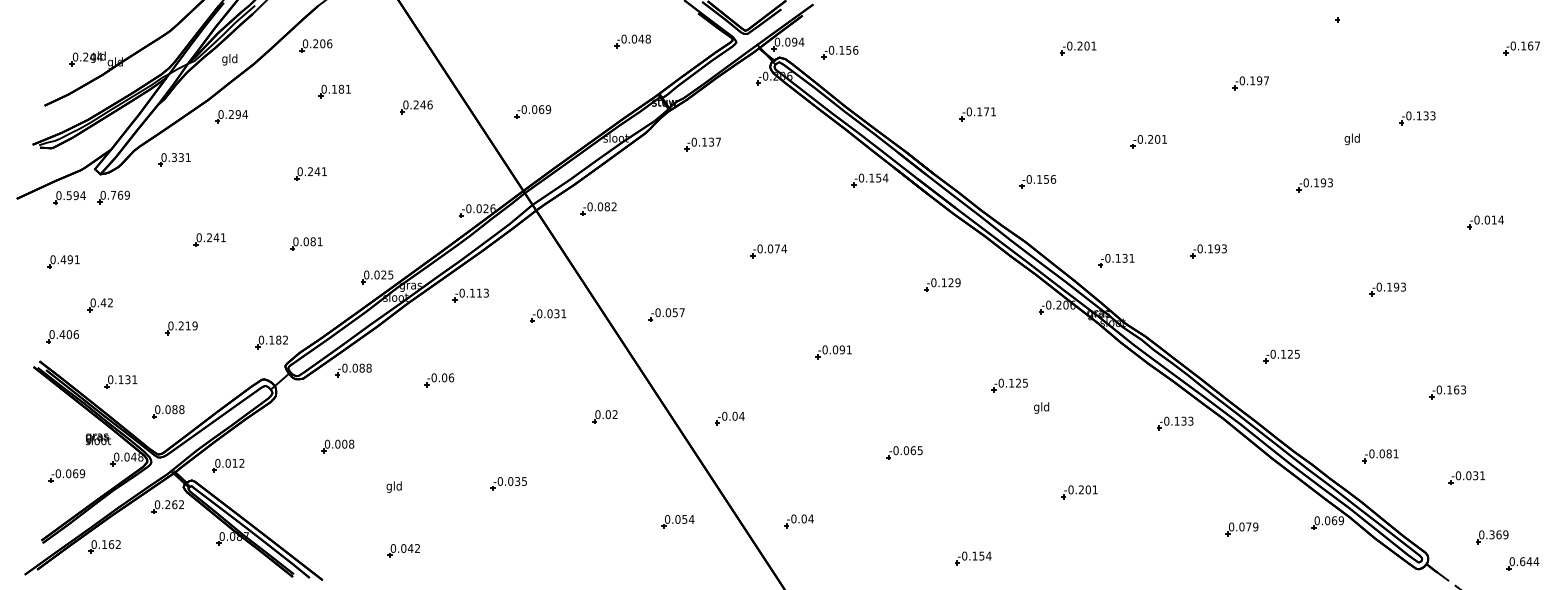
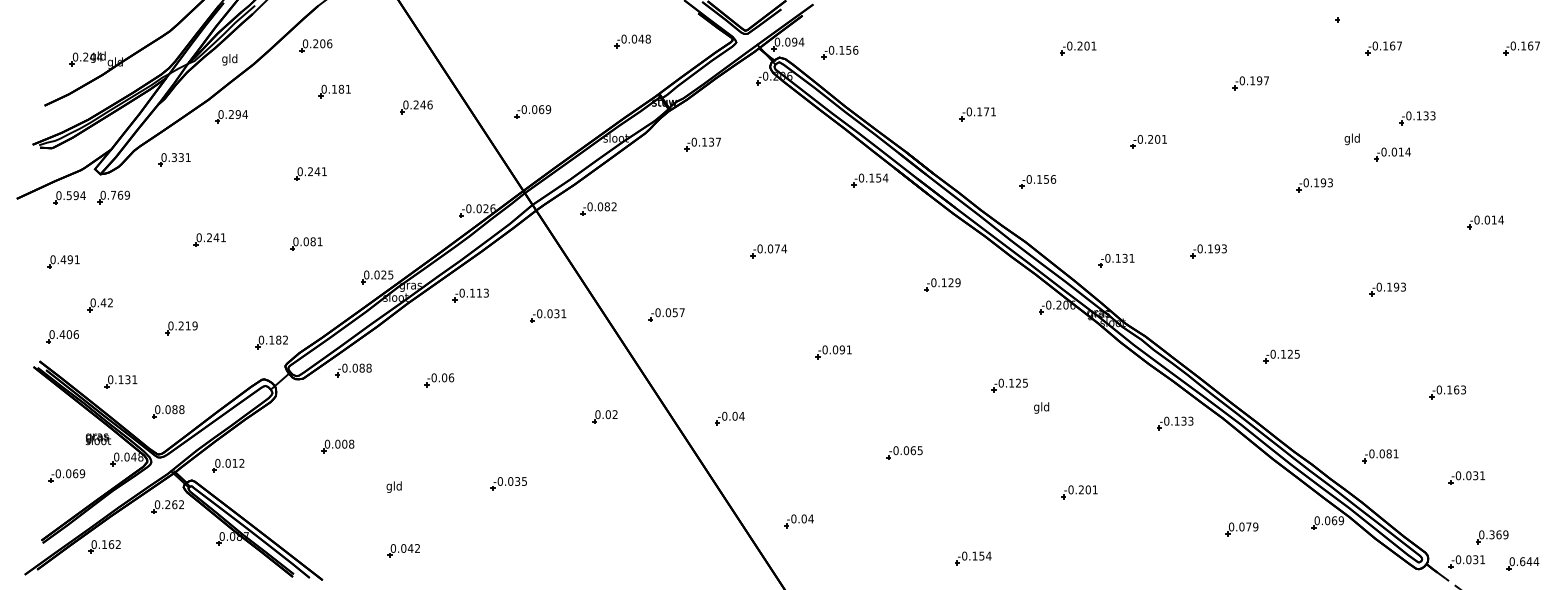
part at (1383, 48): none -> present
part at (1392, 154): none -> present
part at (677, 521): present -> none
part at (1466, 561): none -> present
